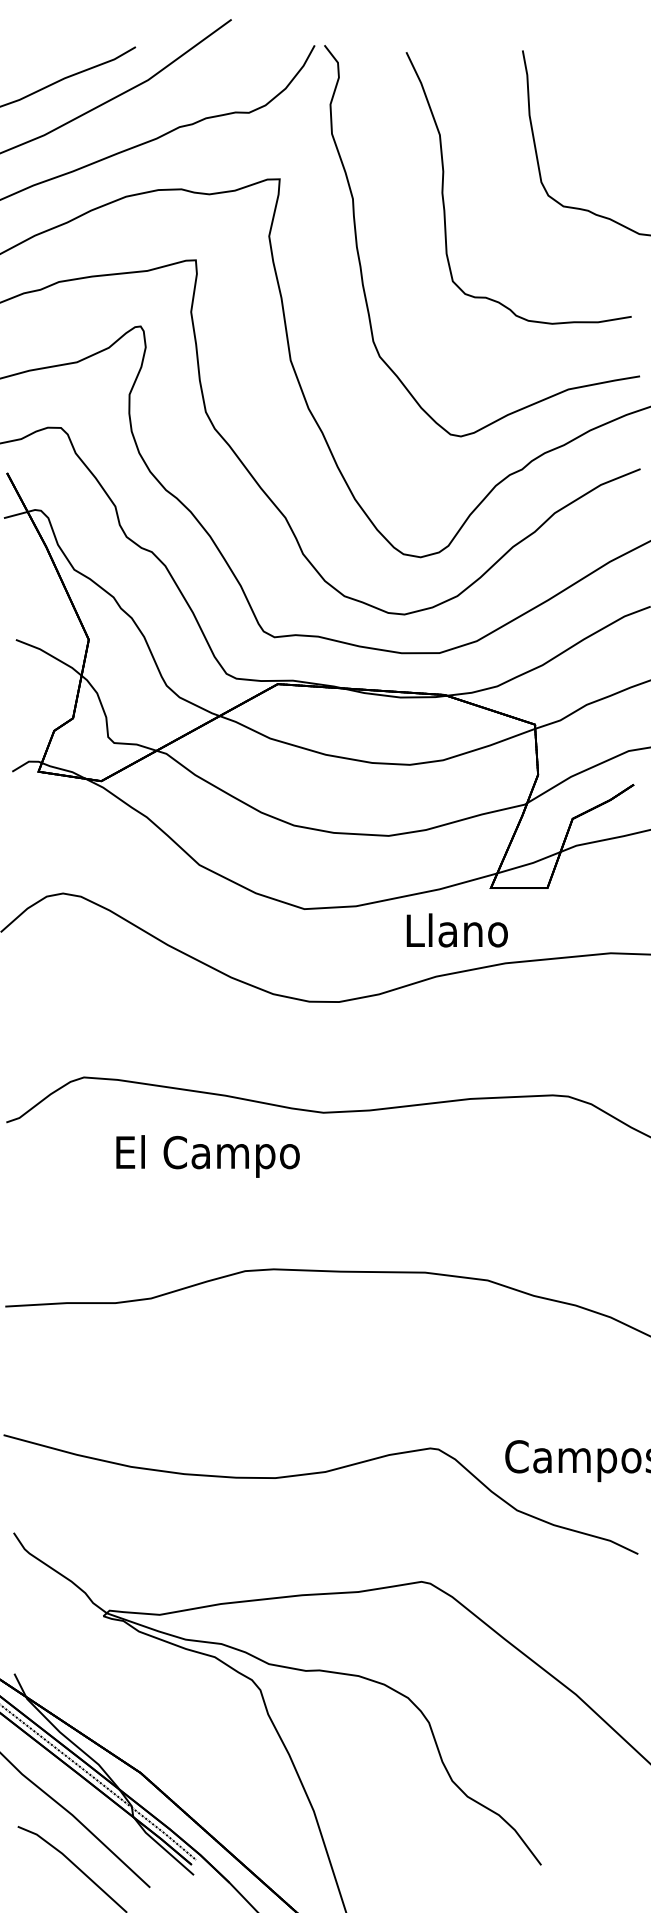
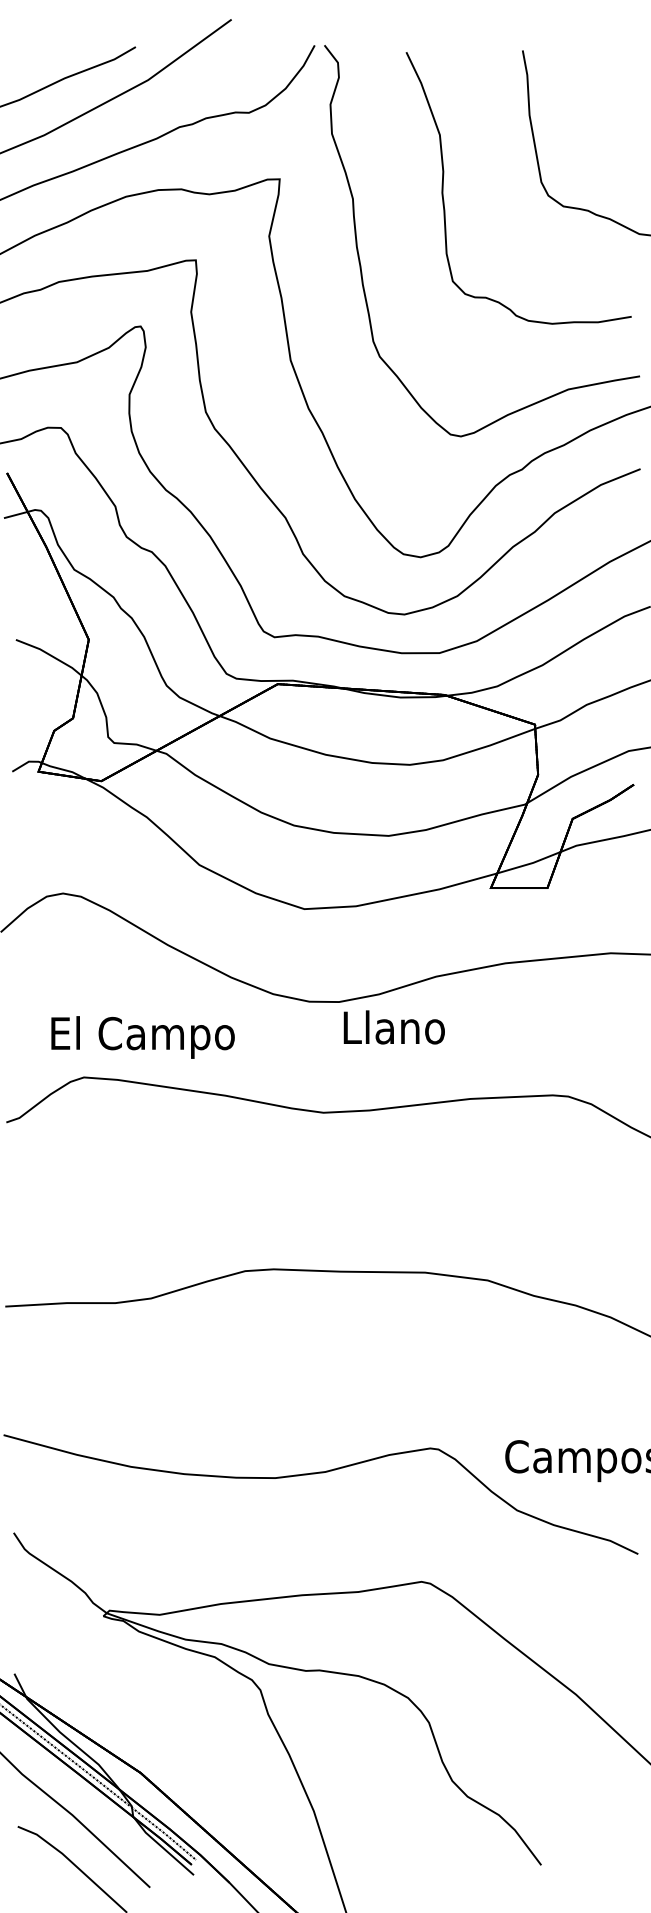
text at (456, 930) position: (456, 930) -> (393, 1027)
text at (207, 1156) position: (207, 1156) -> (142, 1037)
